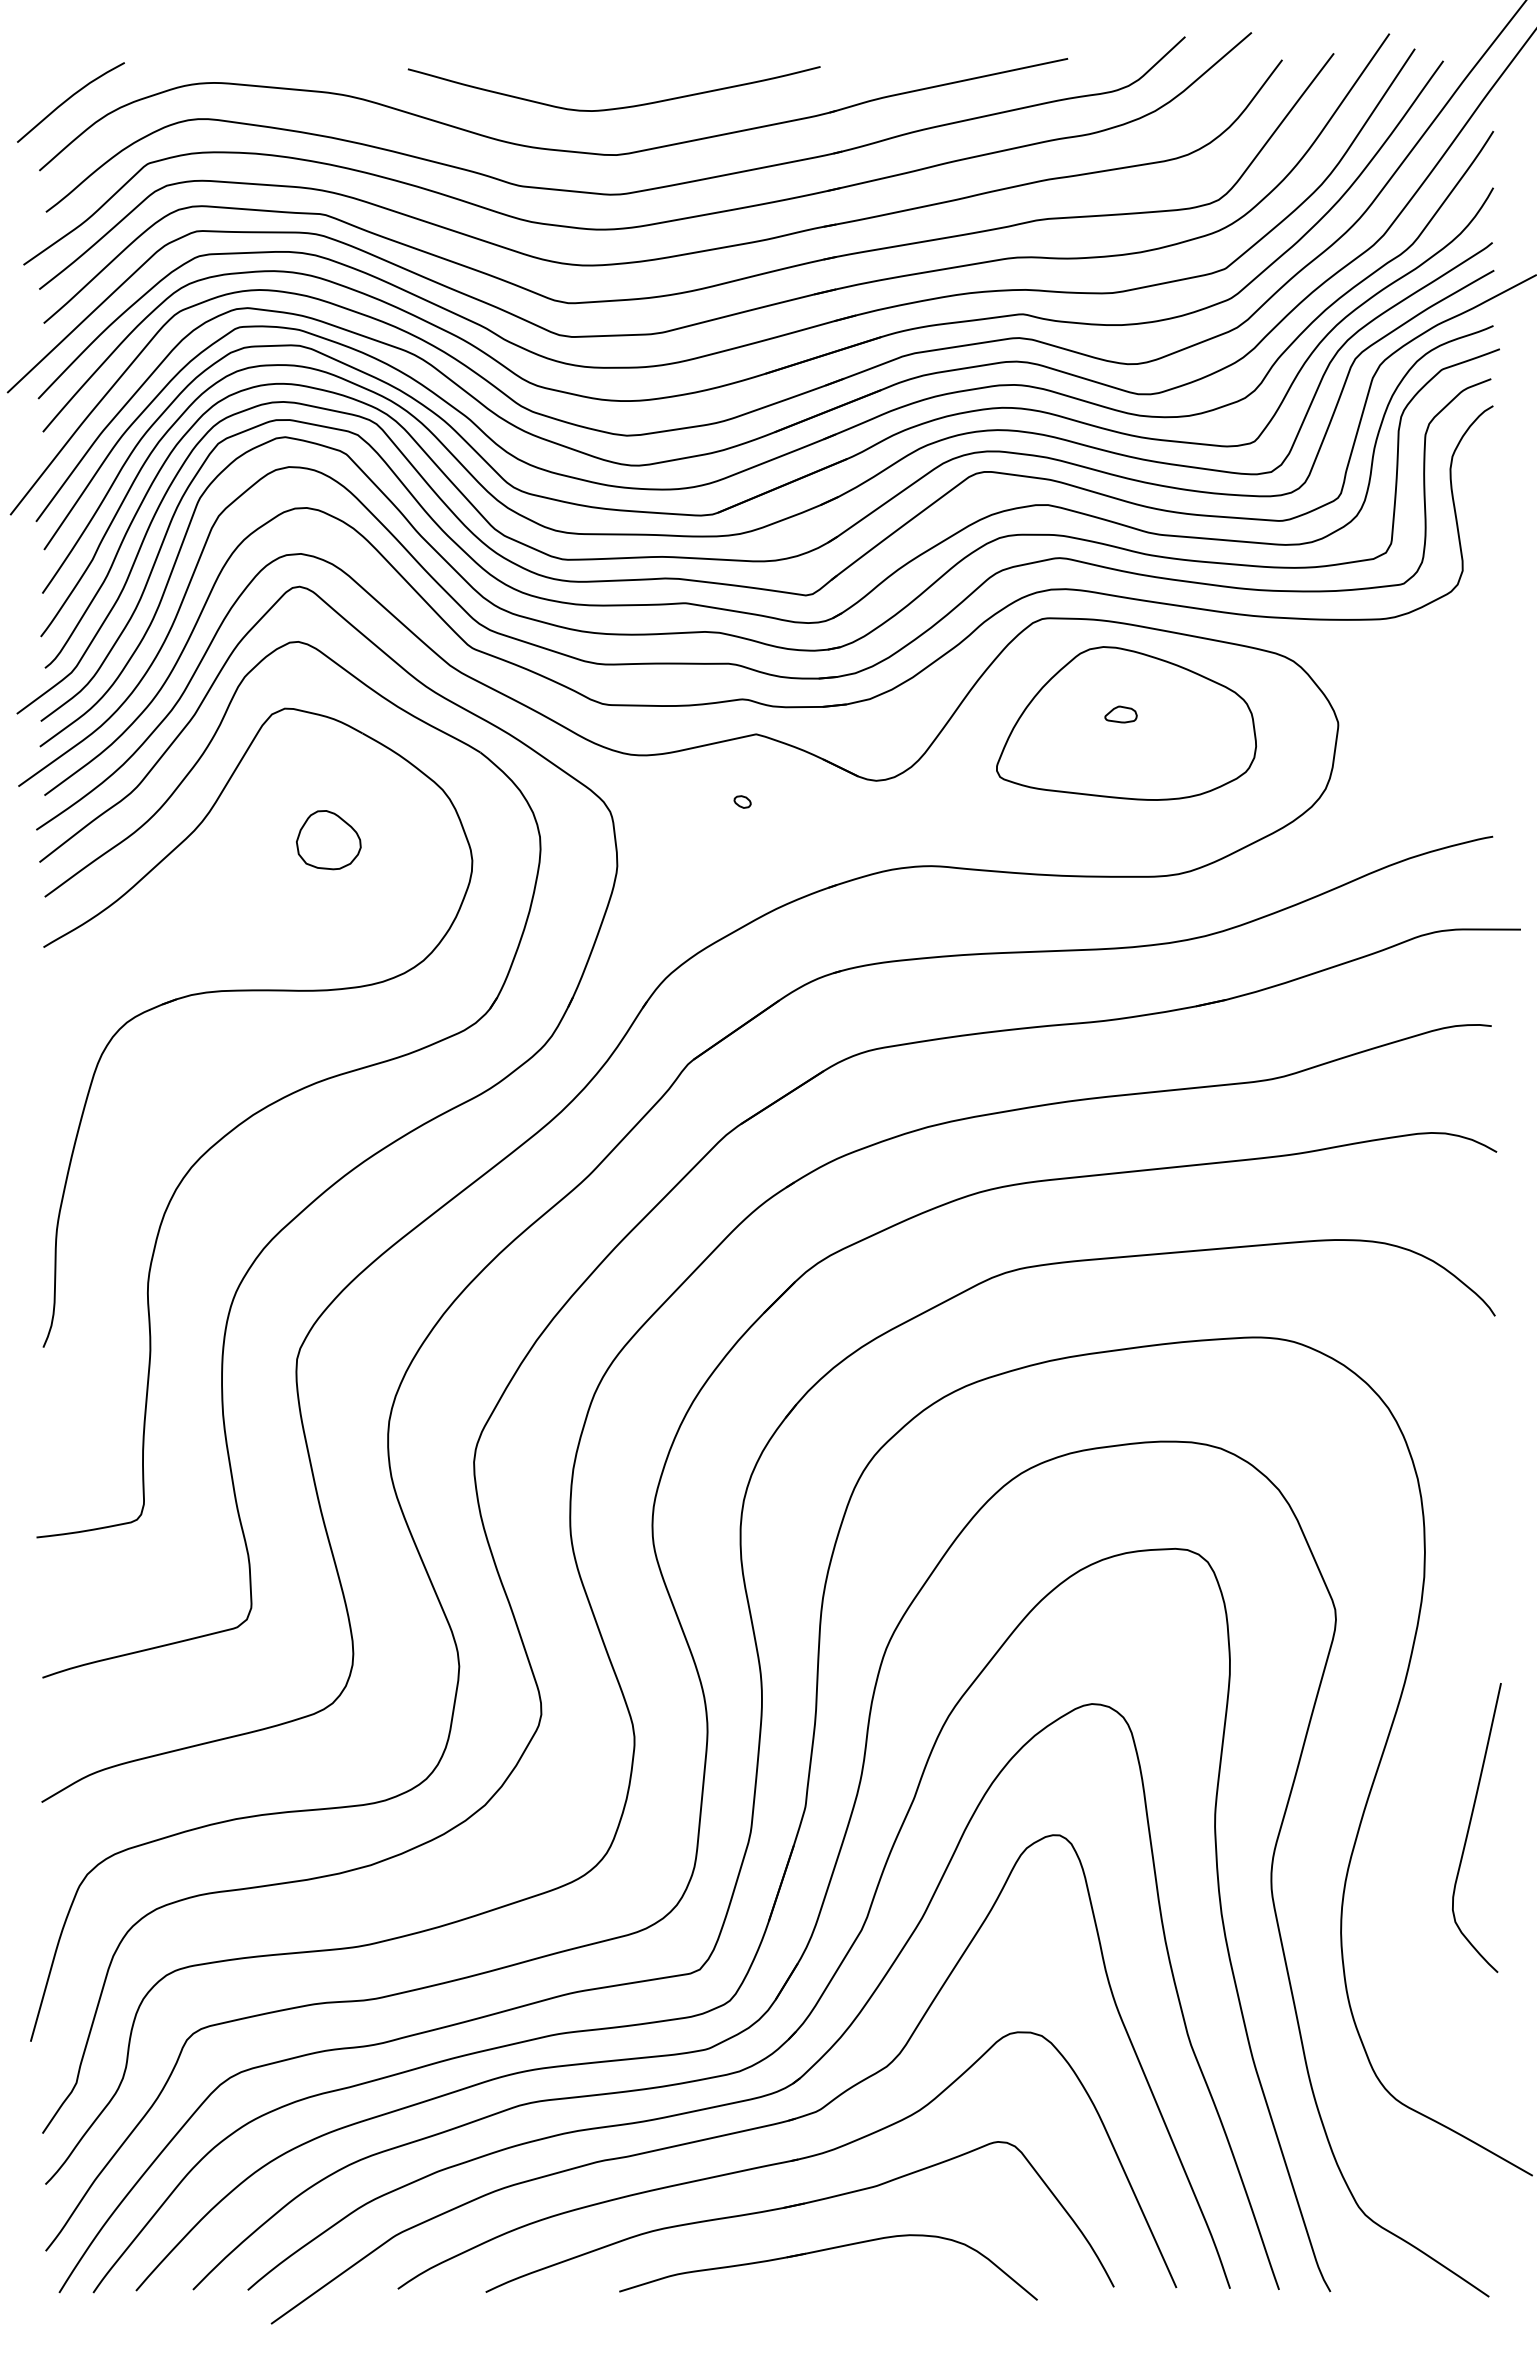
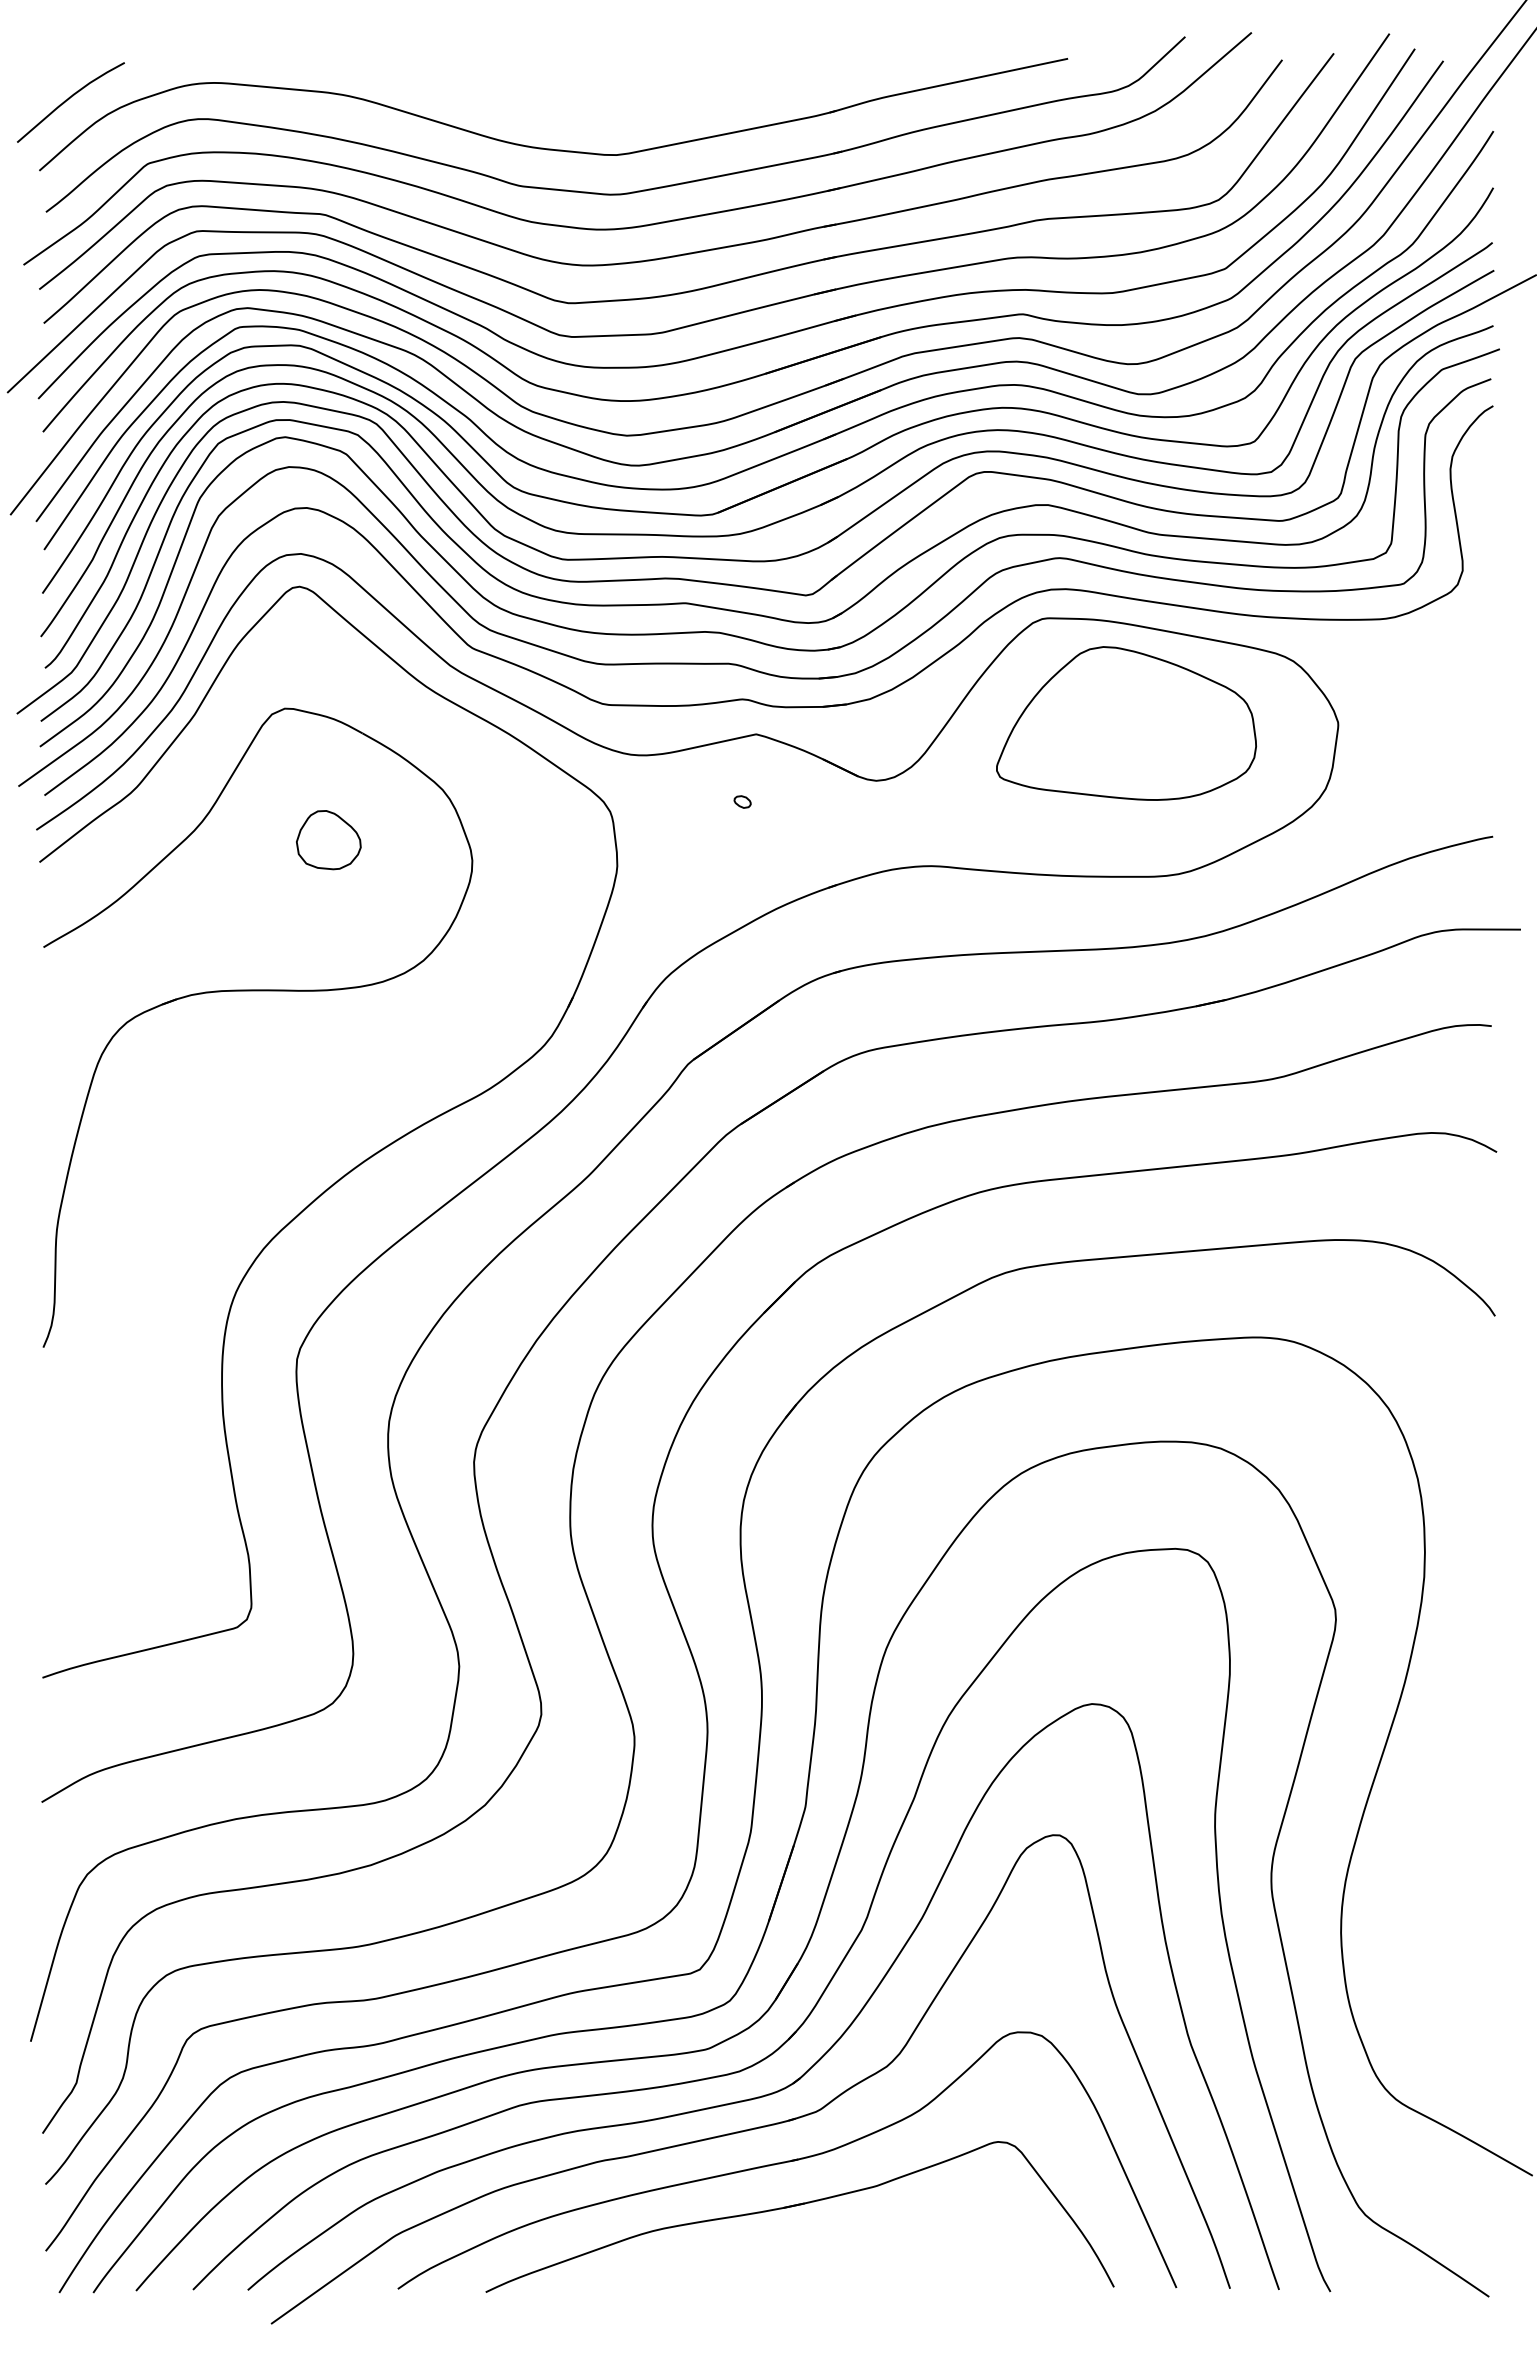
curve at (616, 107): present -> none
part at (1120, 714): present -> none
part at (288, 1089): present -> none
curve at (1470, 1826): present -> none
part at (827, 2250): present -> none
